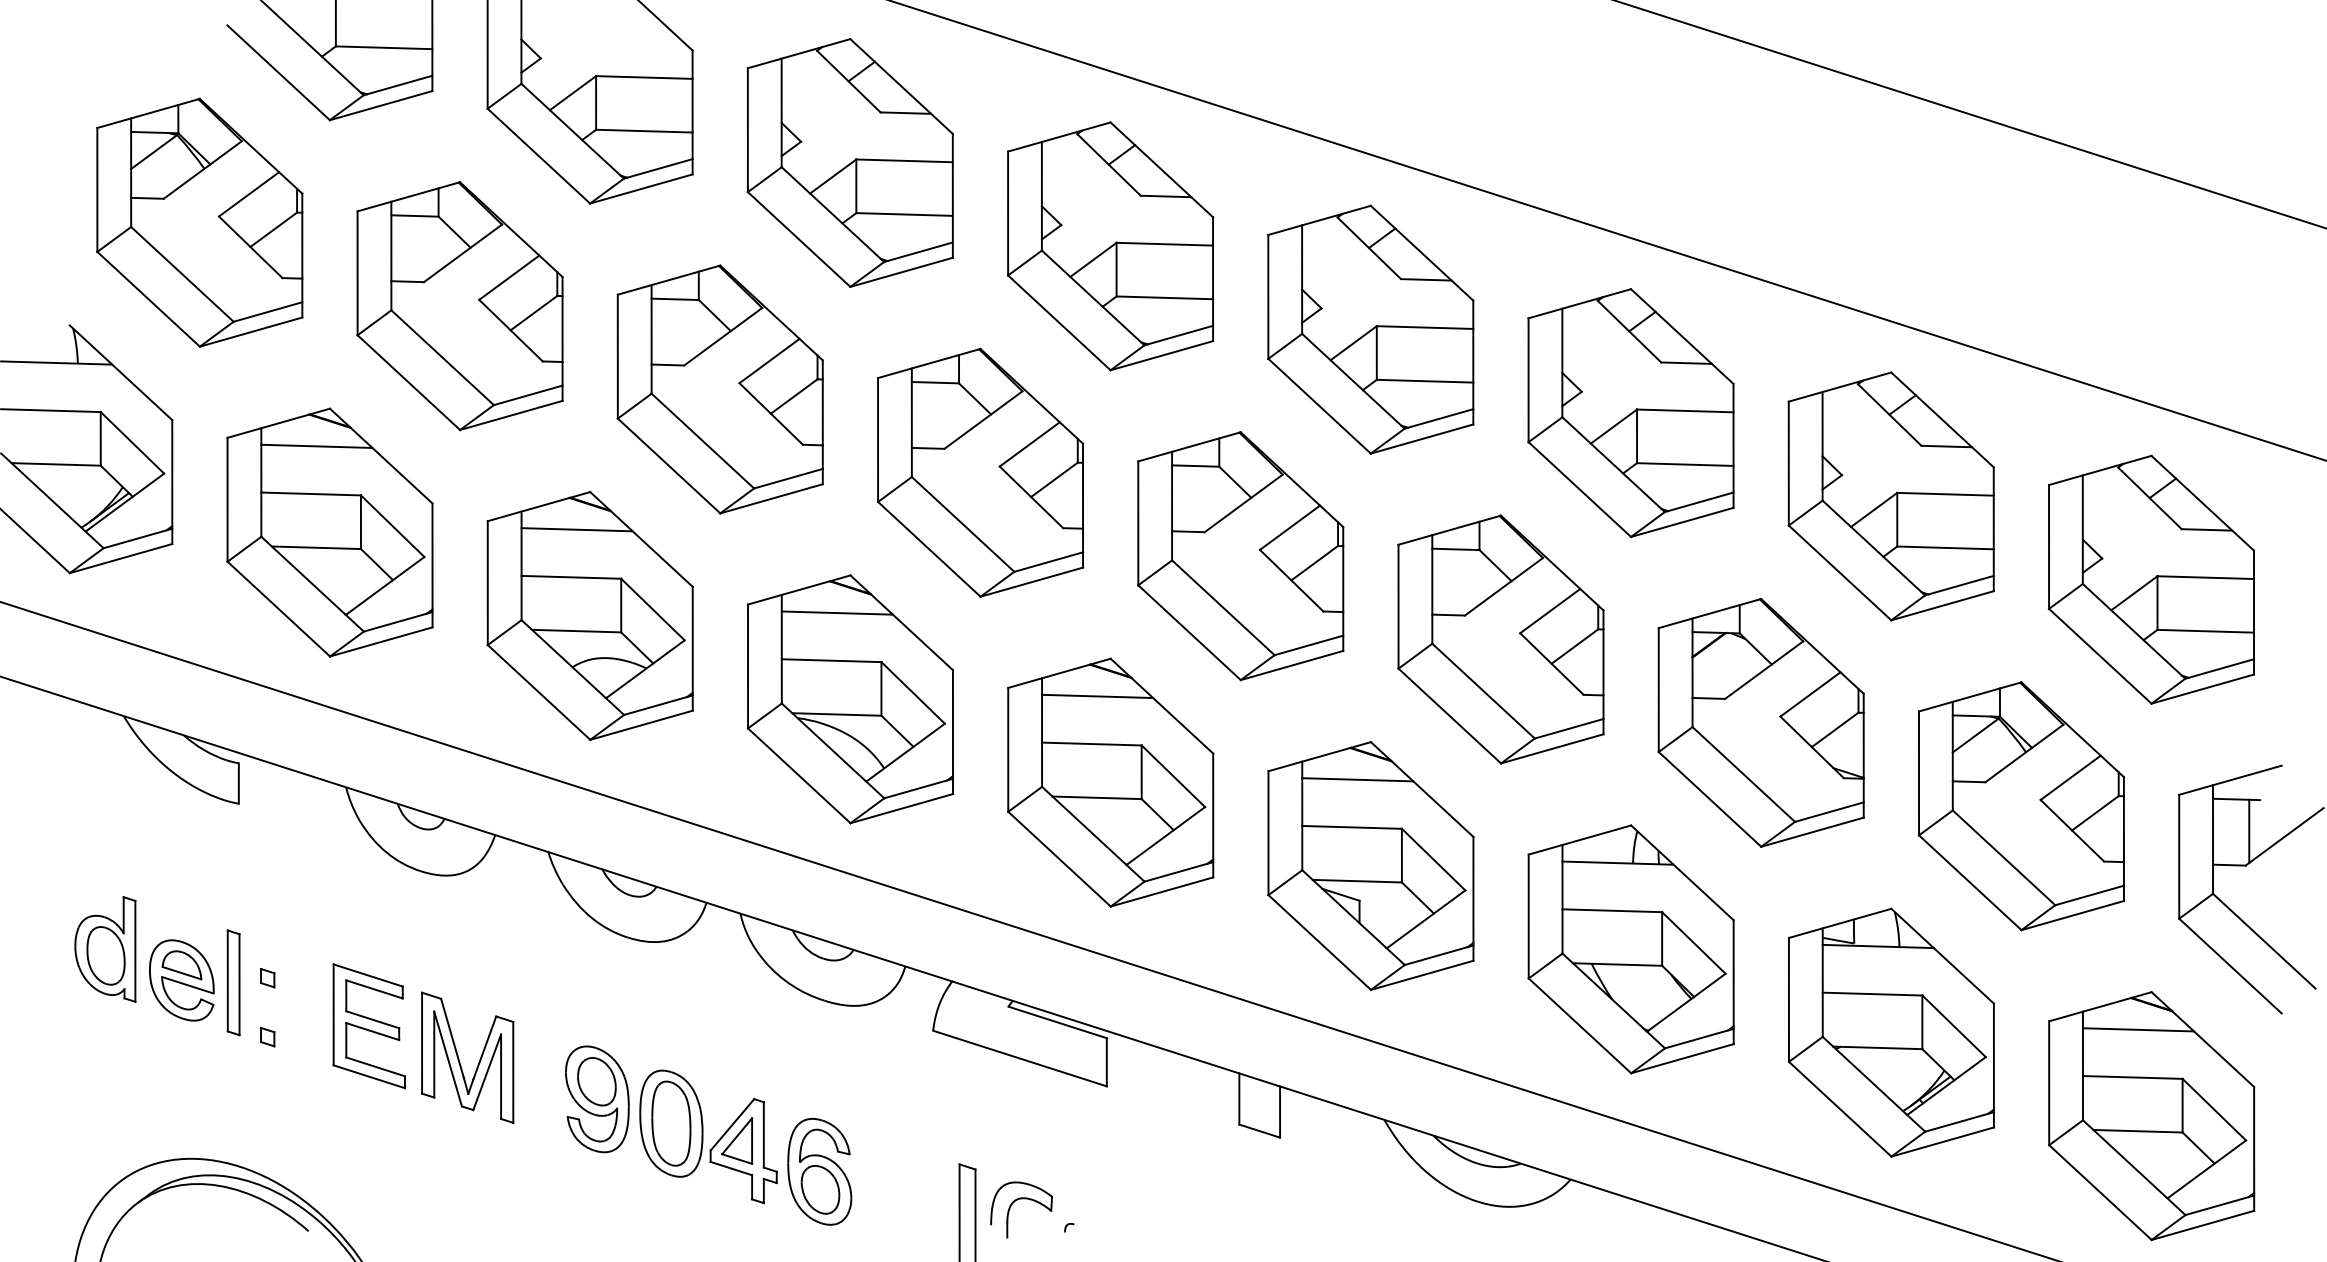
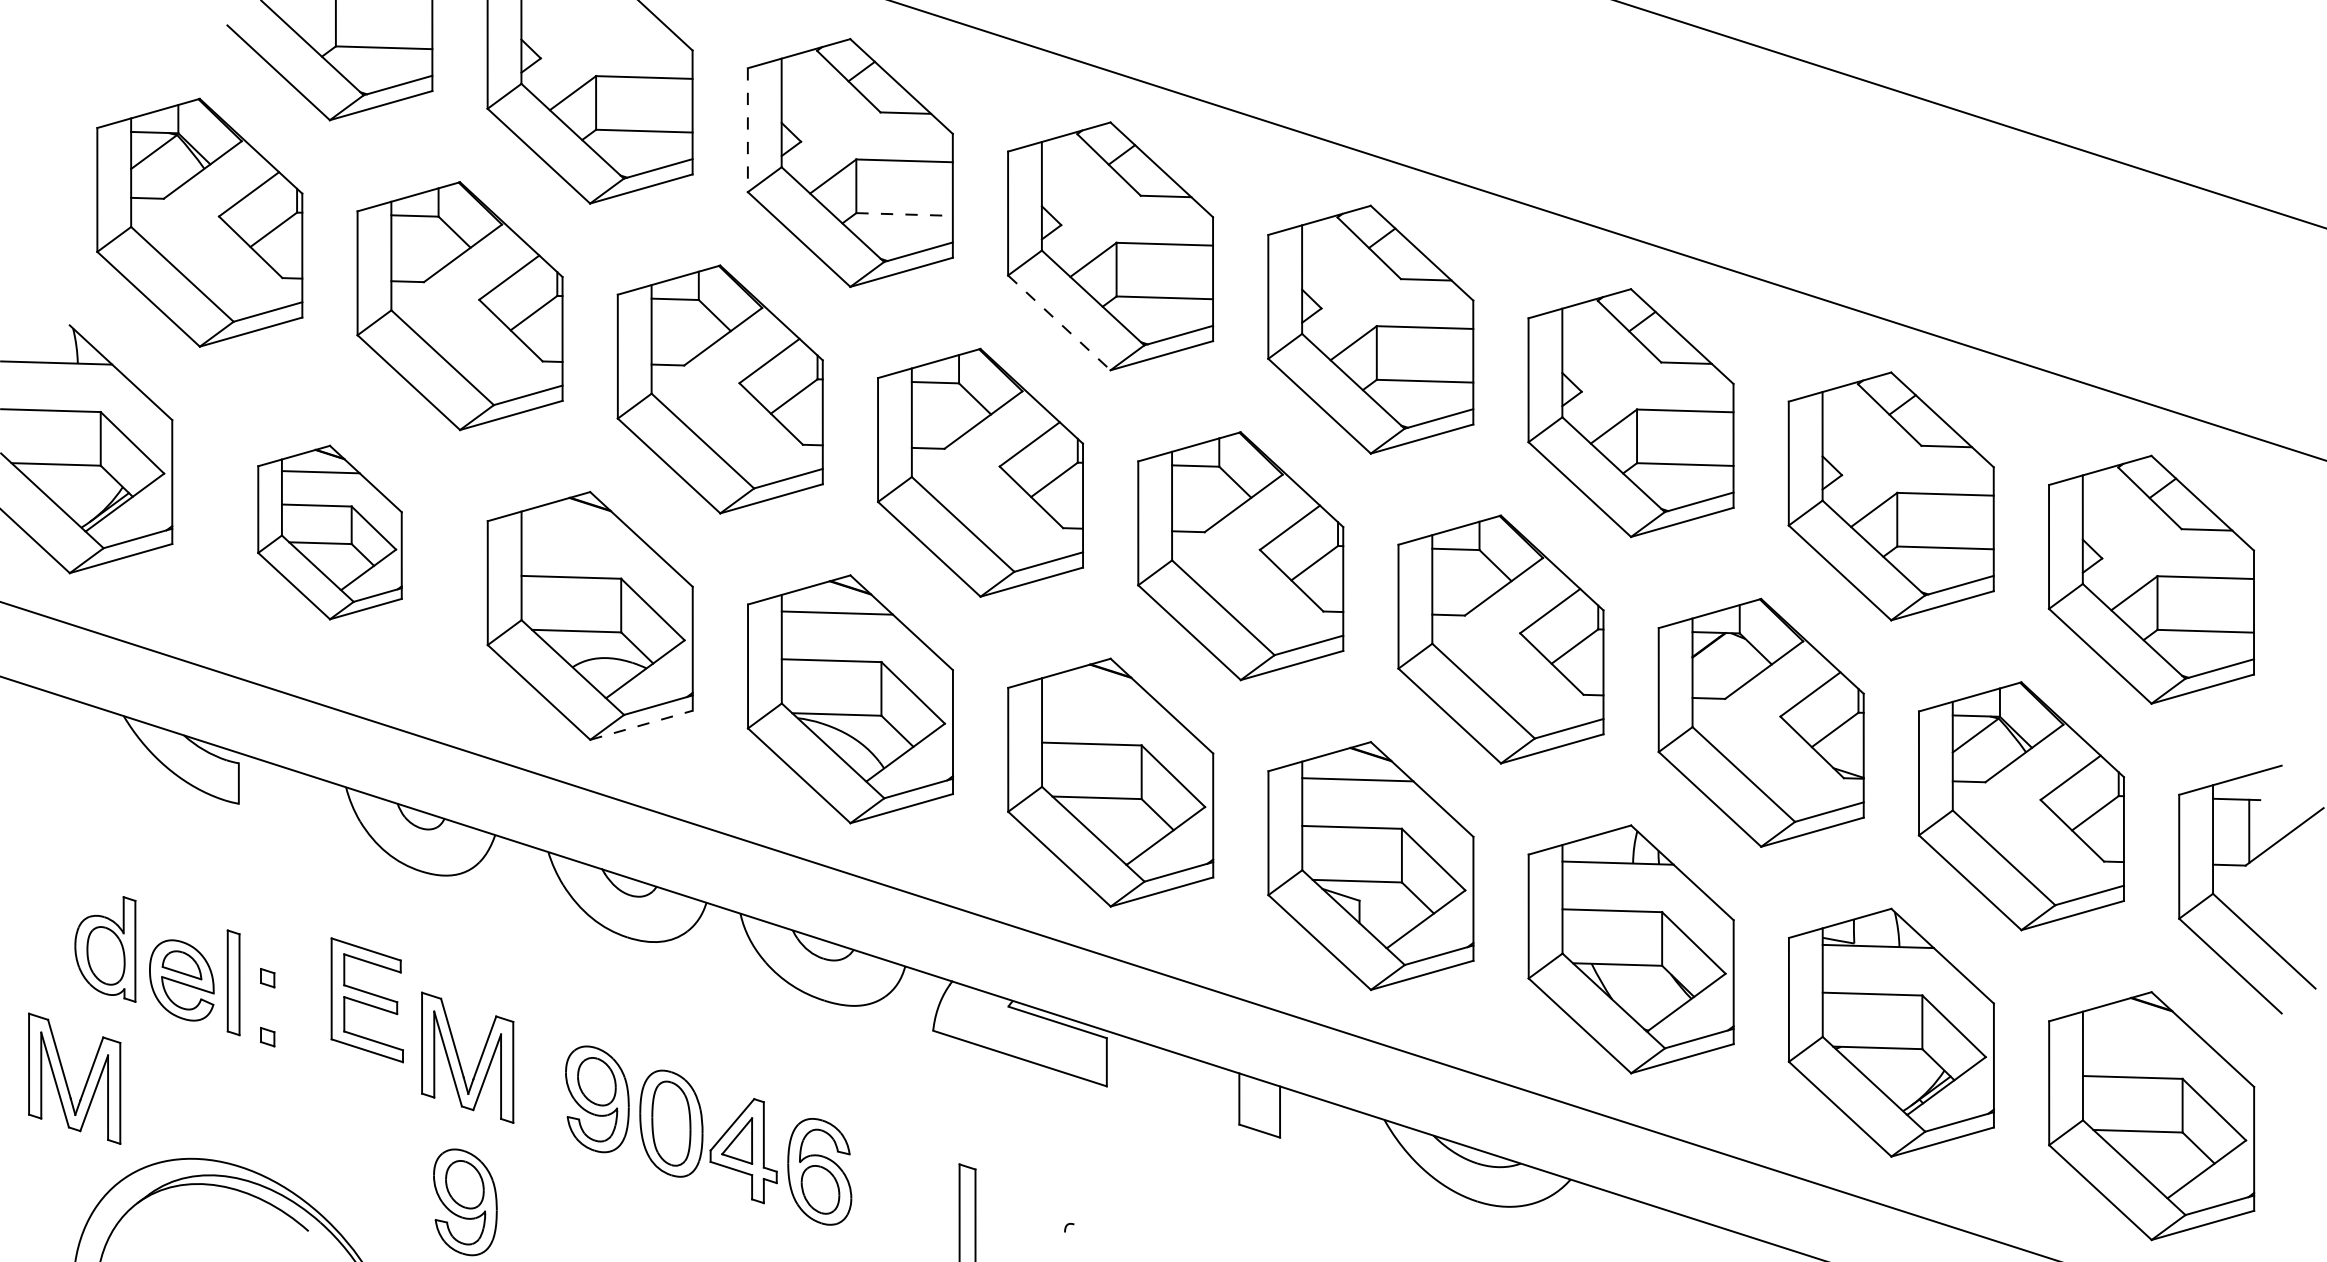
line at (747, 130): solid -> dashed
line at (905, 214): solid -> dashed
line at (1059, 322): solid -> dashed
line at (576, 529): present -> none
part at (329, 532) size: 208x251 px -> 146x177 px
line at (1097, 696): present -> none
line at (642, 725): solid -> dashed
part at (368, 1026) position: (368, 1026) -> (366, 1000)
line at (2138, 1029): present -> none
part at (66, 1079): none -> present
part at (1017, 1200): present -> none
part at (465, 1202): none -> present
